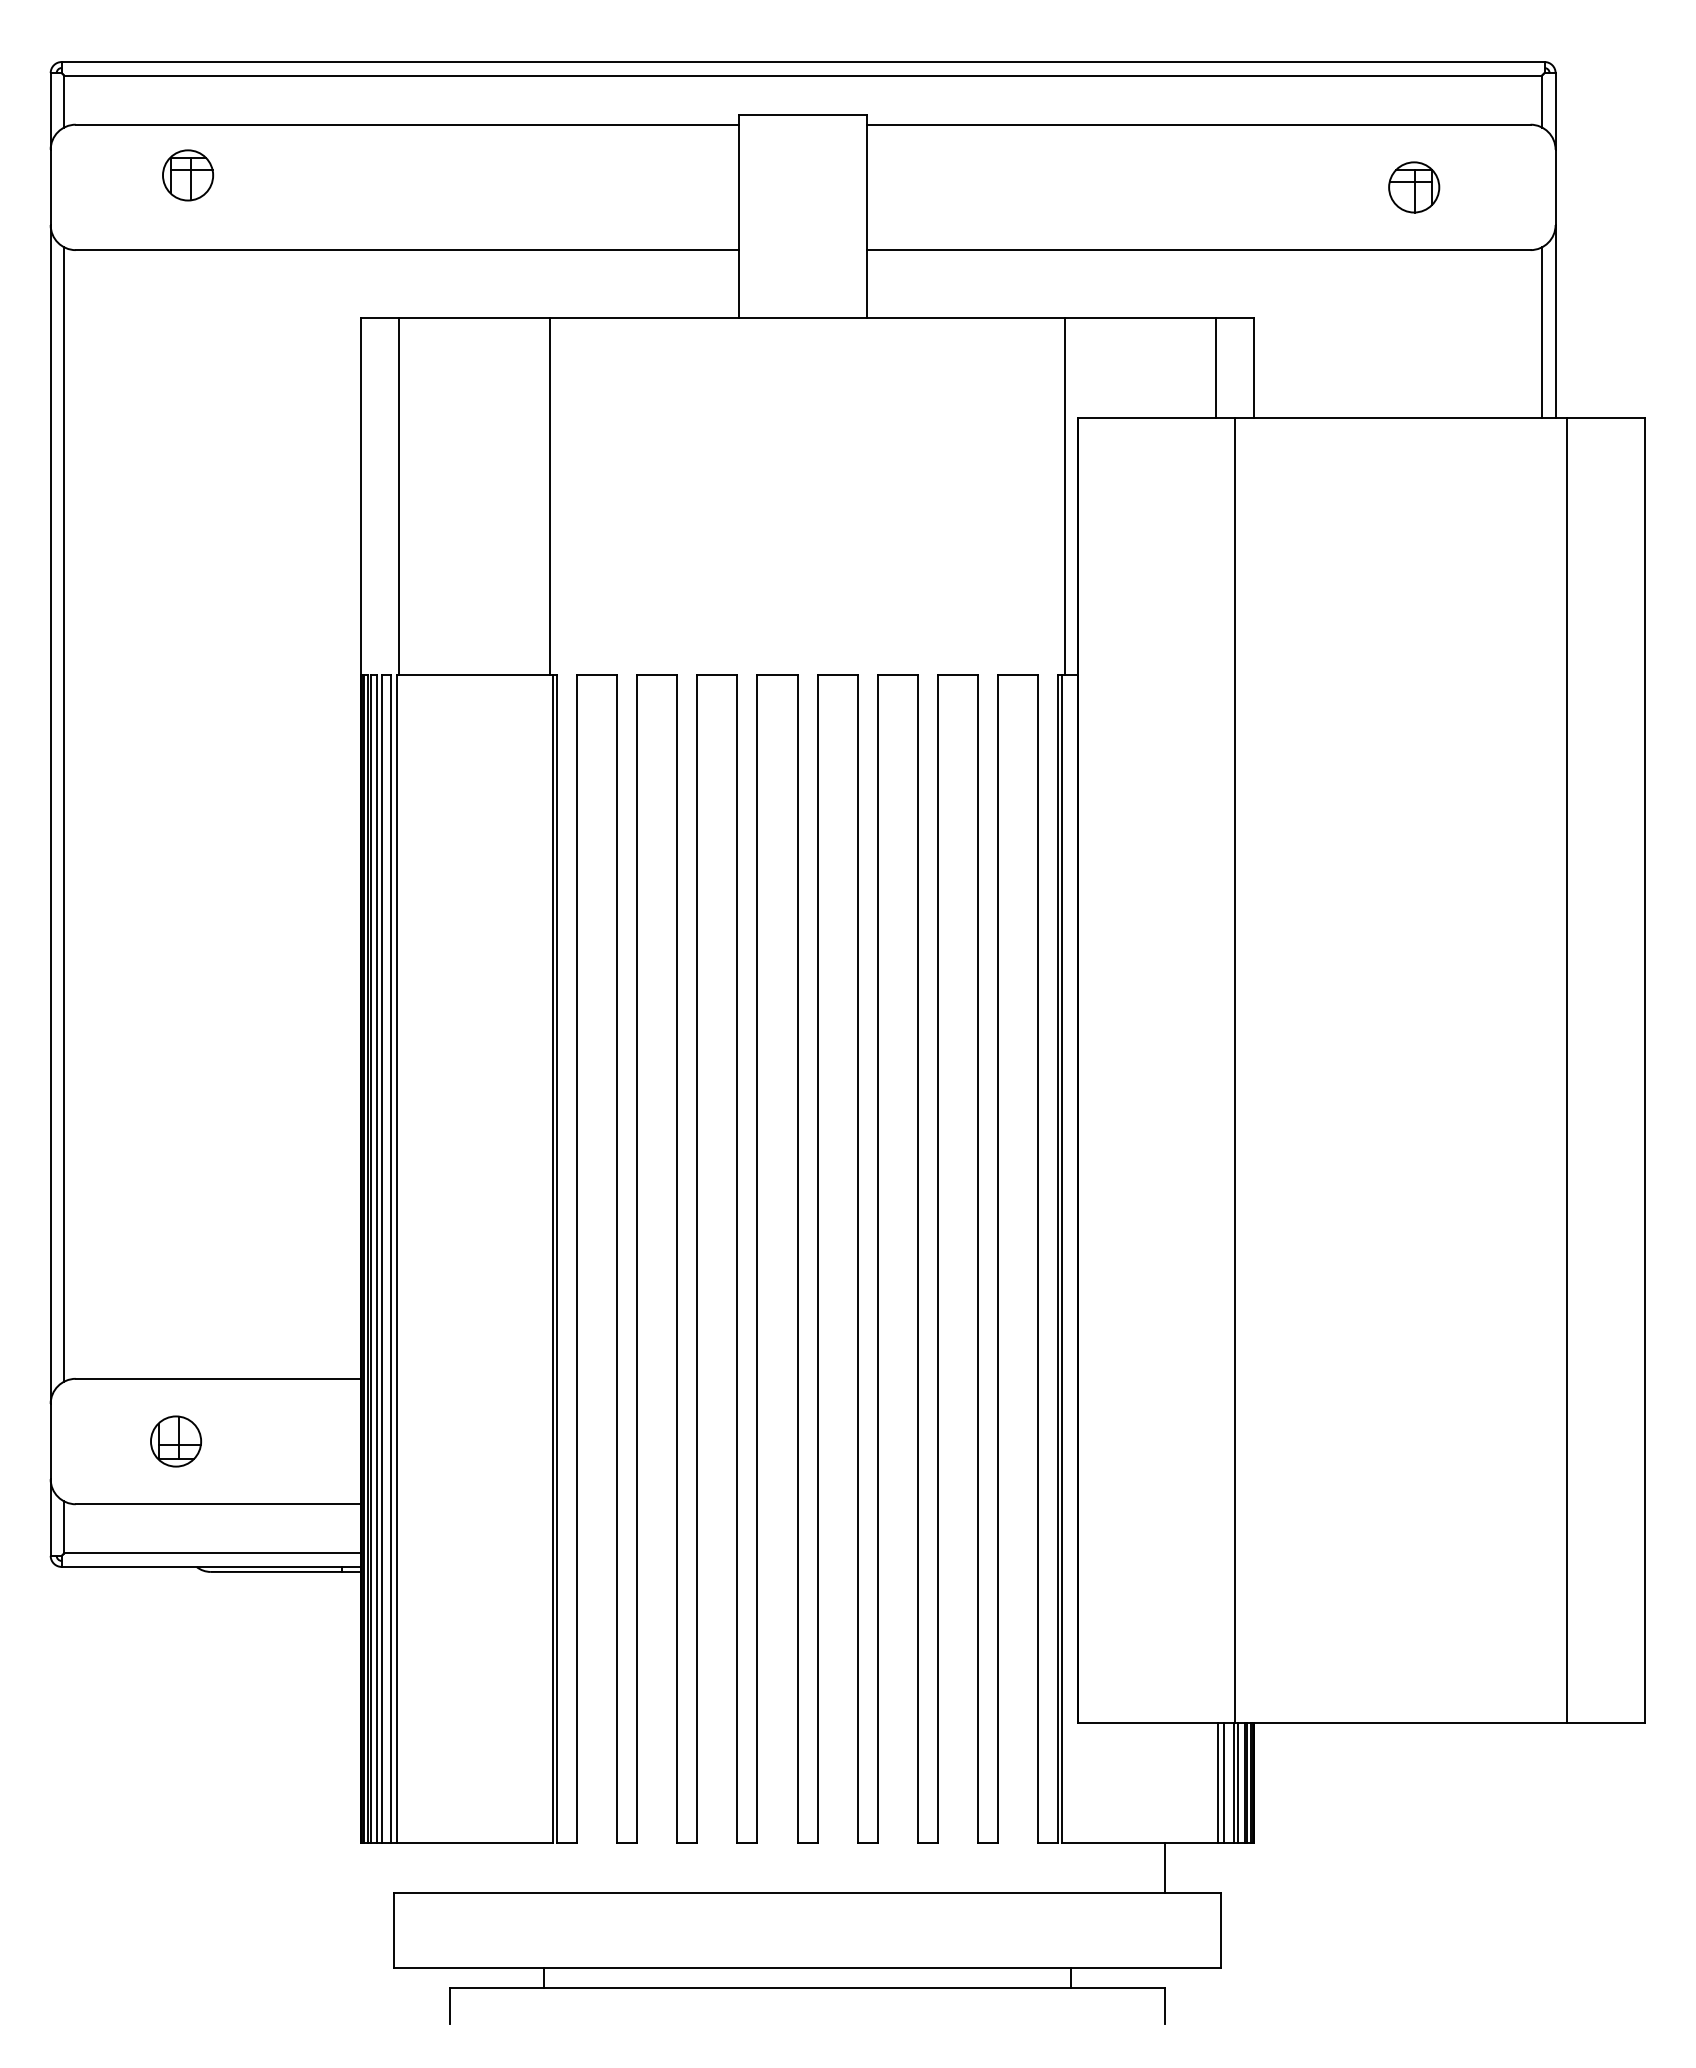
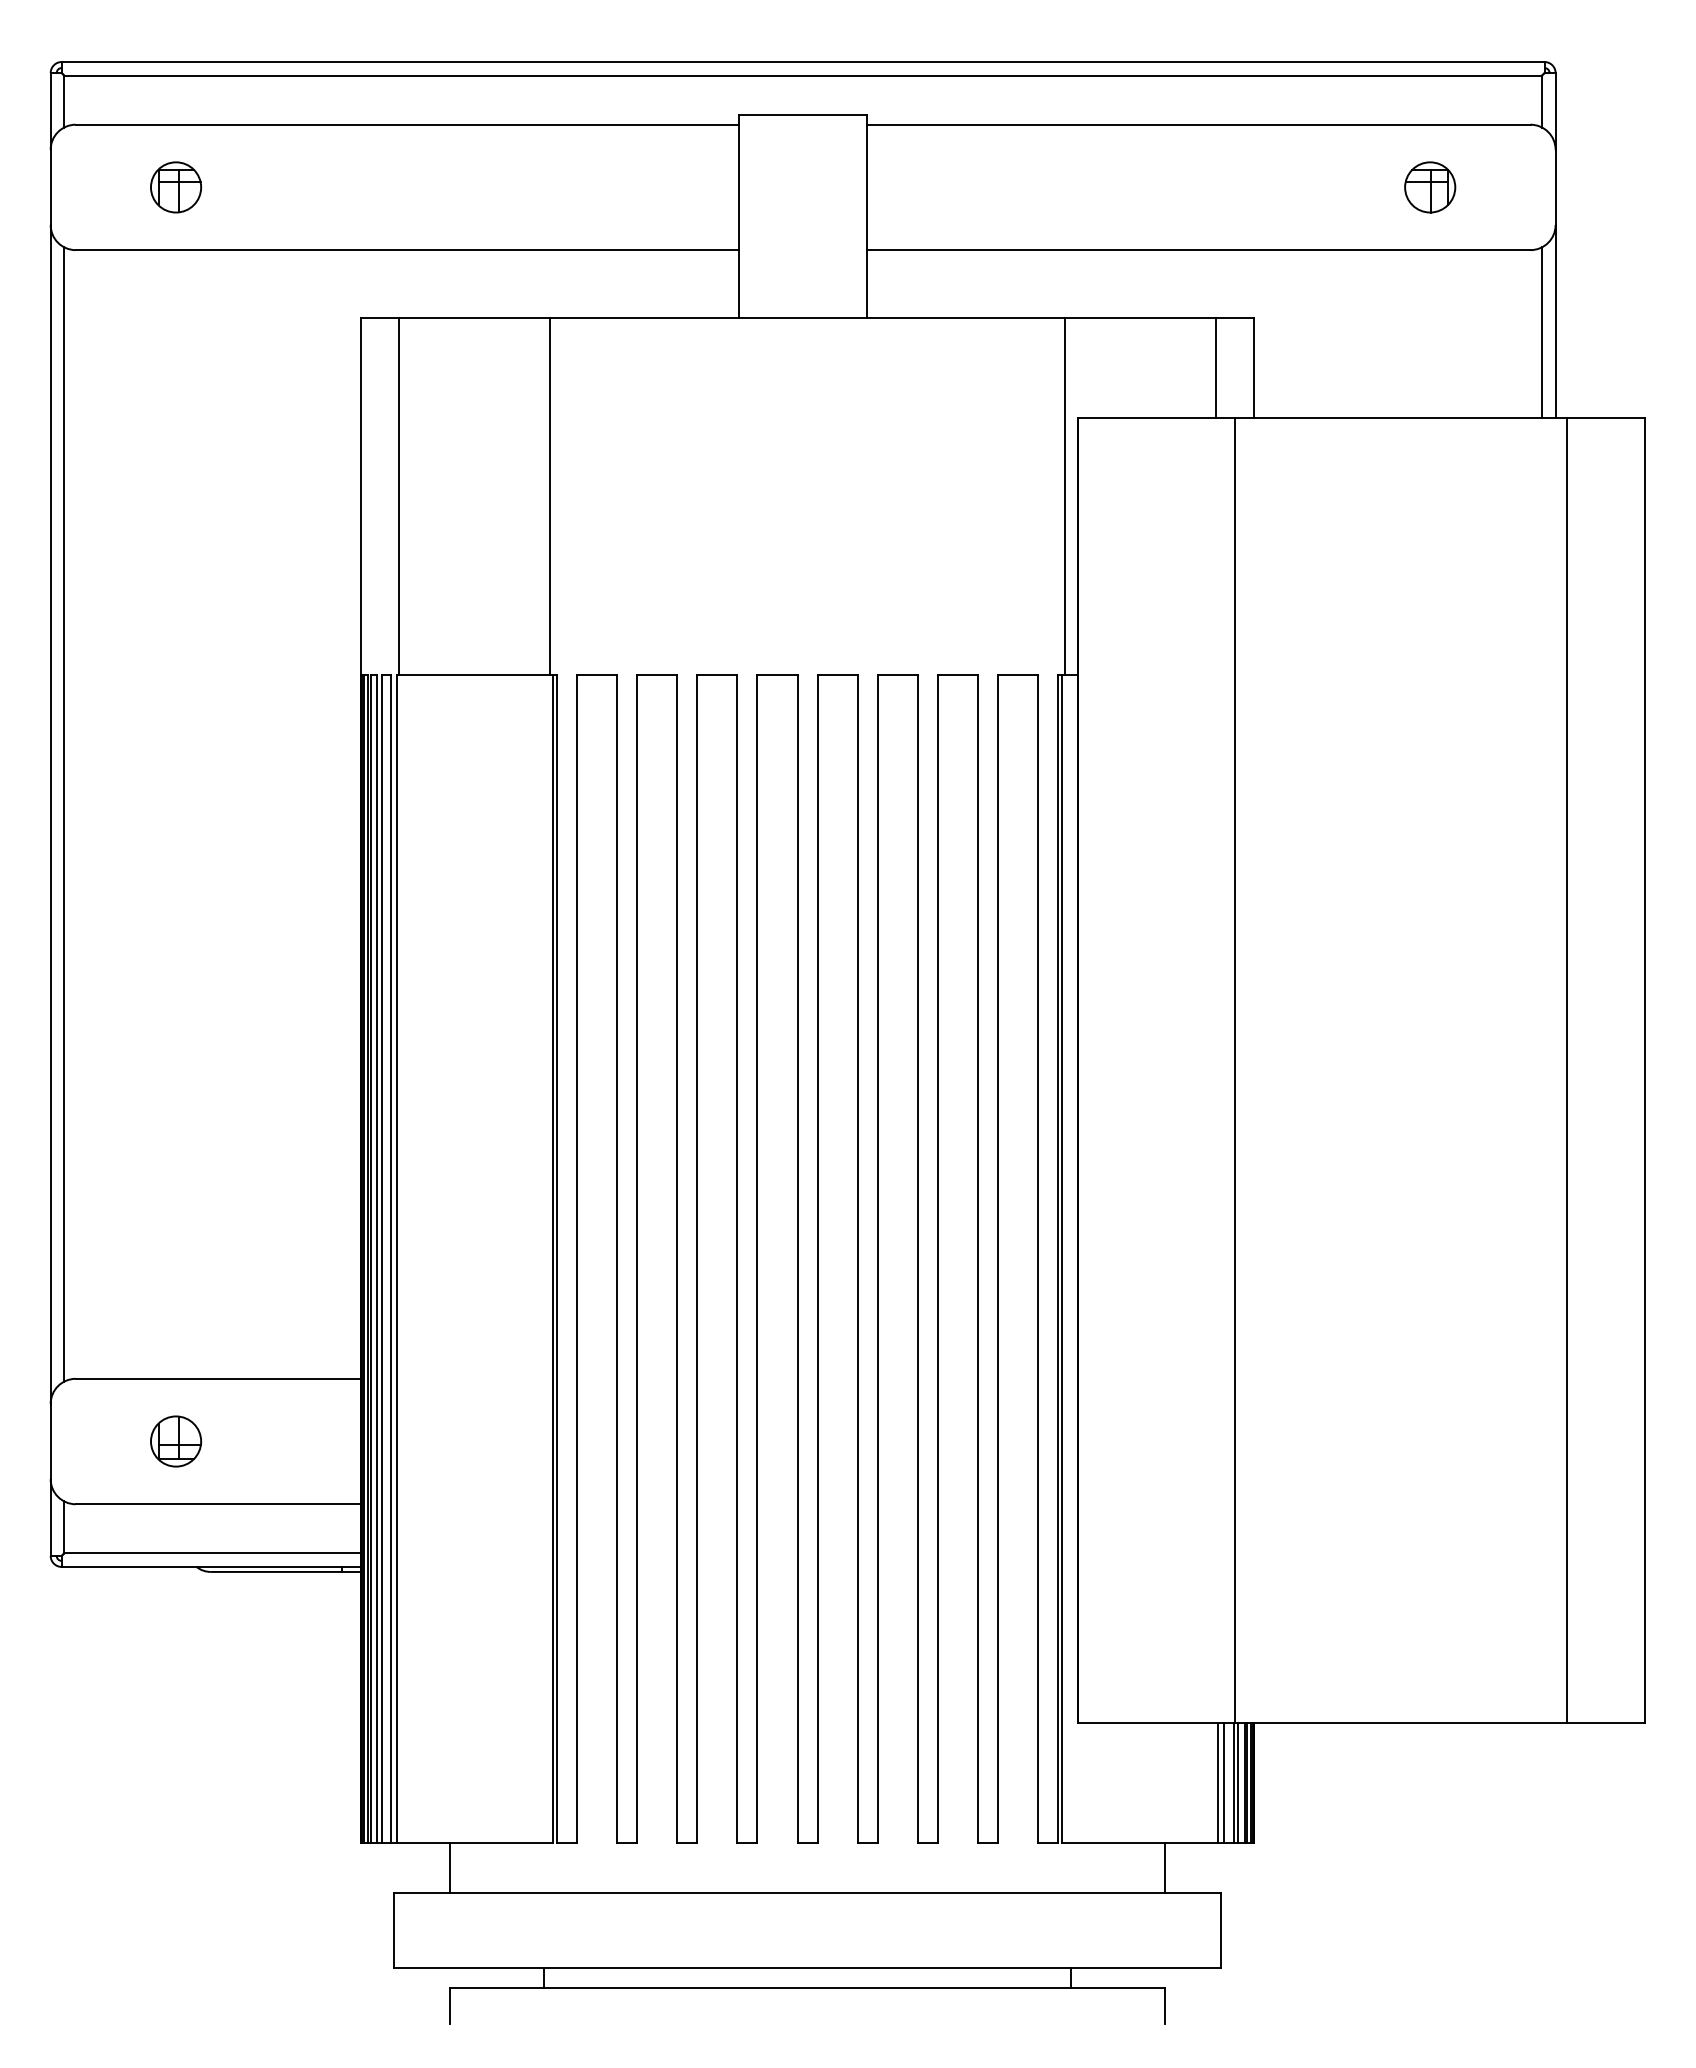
part at (188, 175) position: (188, 175) -> (176, 187)
part at (1414, 187) position: (1414, 187) -> (1430, 187)
line at (450, 1867): none -> present
